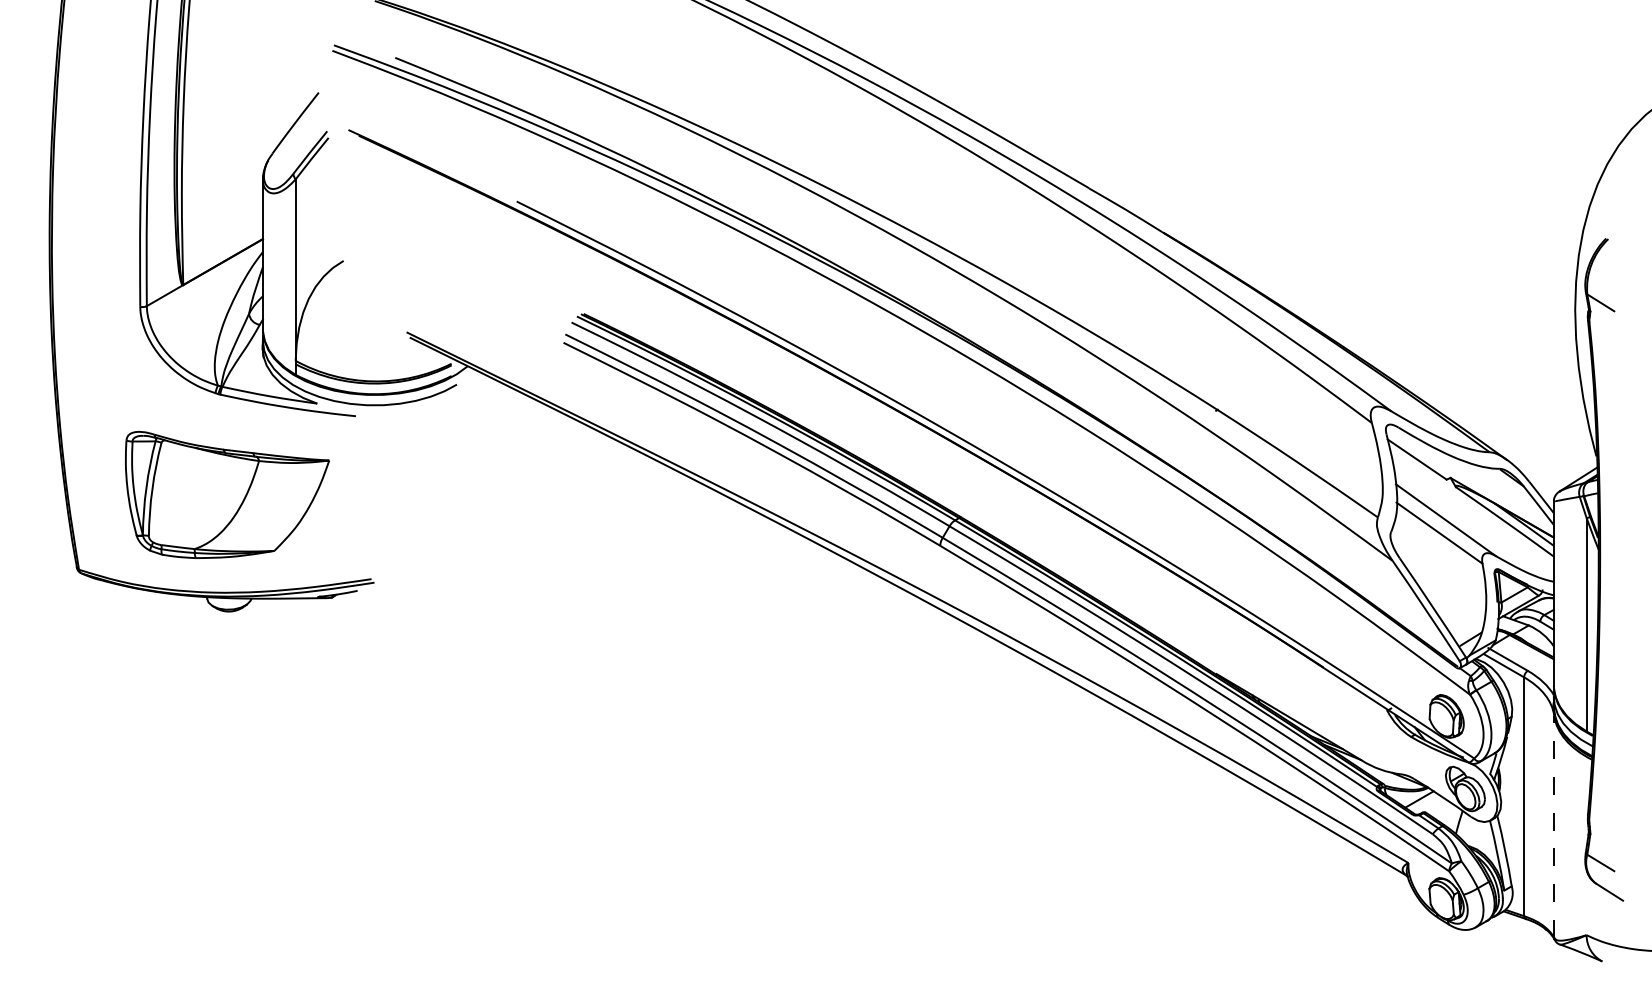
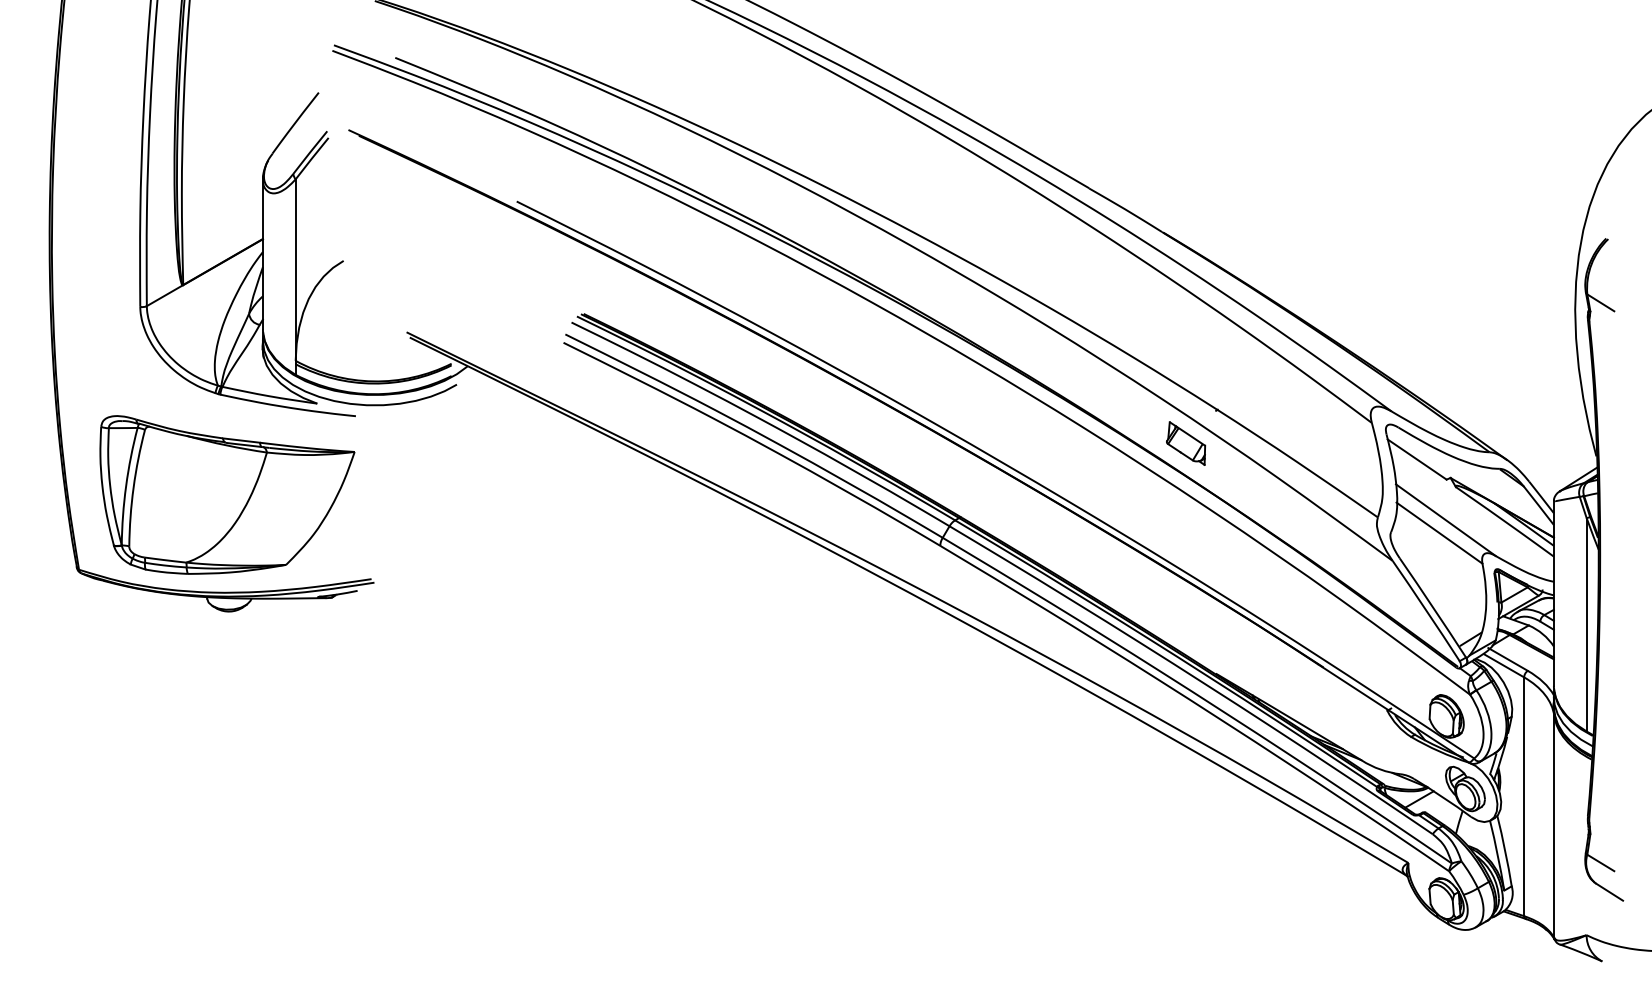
part at (1186, 443): none -> present
part at (227, 494) size: 205x129 px -> 257x160 px
line at (1554, 826): dashed -> solid
